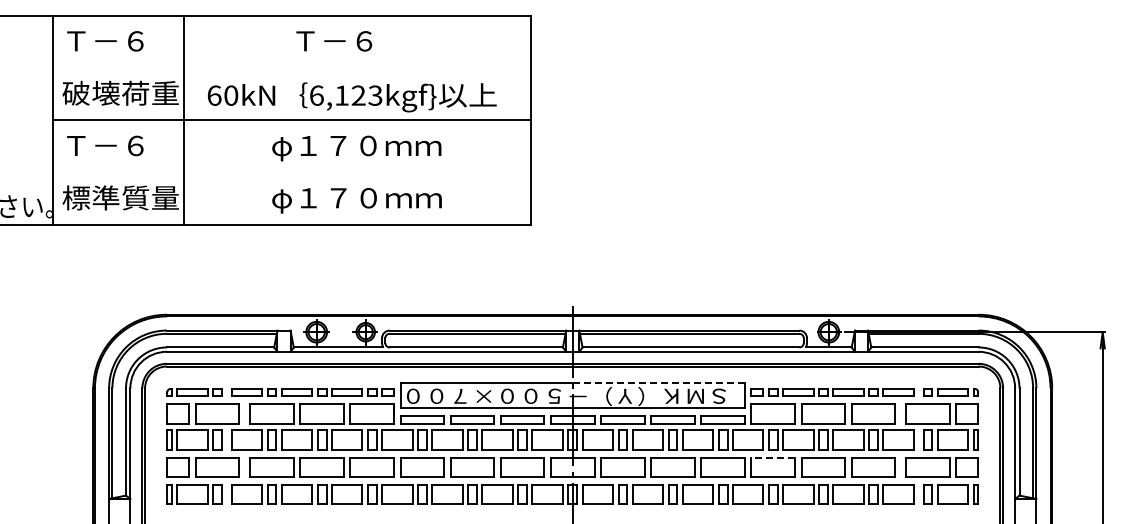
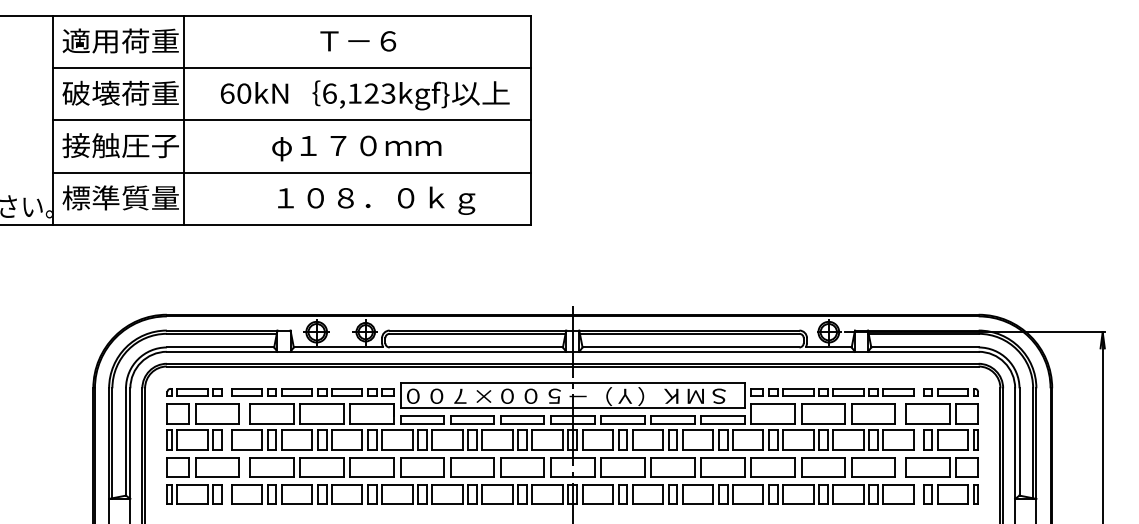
text at (120, 40): Ｔ－６ -> 適用荷重
text at (334, 41) position: (334, 41) -> (358, 41)
line at (291, 68): none -> present
text at (352, 97) position: (352, 97) -> (365, 95)
text at (120, 145): Ｔ－６ -> 接触圧子
line at (291, 172): none -> present
text at (373, 200): φ１７０ｍｍ -> １０８．０ｋｇ
line at (658, 383): dashed -> solid
line at (773, 457): dashed -> solid
